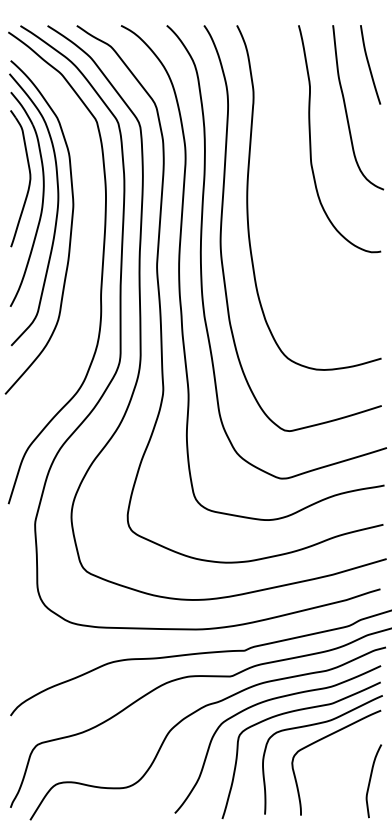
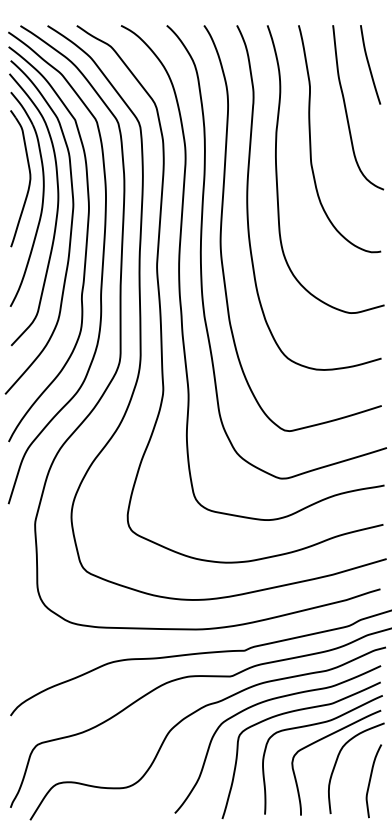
curve at (277, 169): none -> present
curve at (85, 244): none -> present
curve at (337, 761): none -> present
